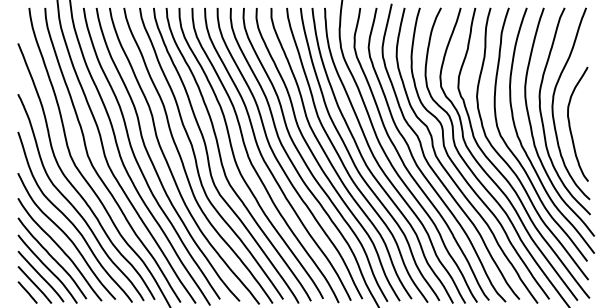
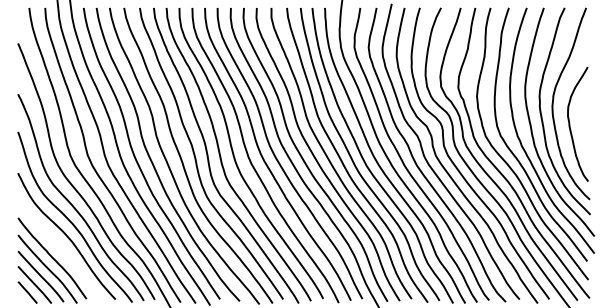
curve at (59, 248): present -> none
